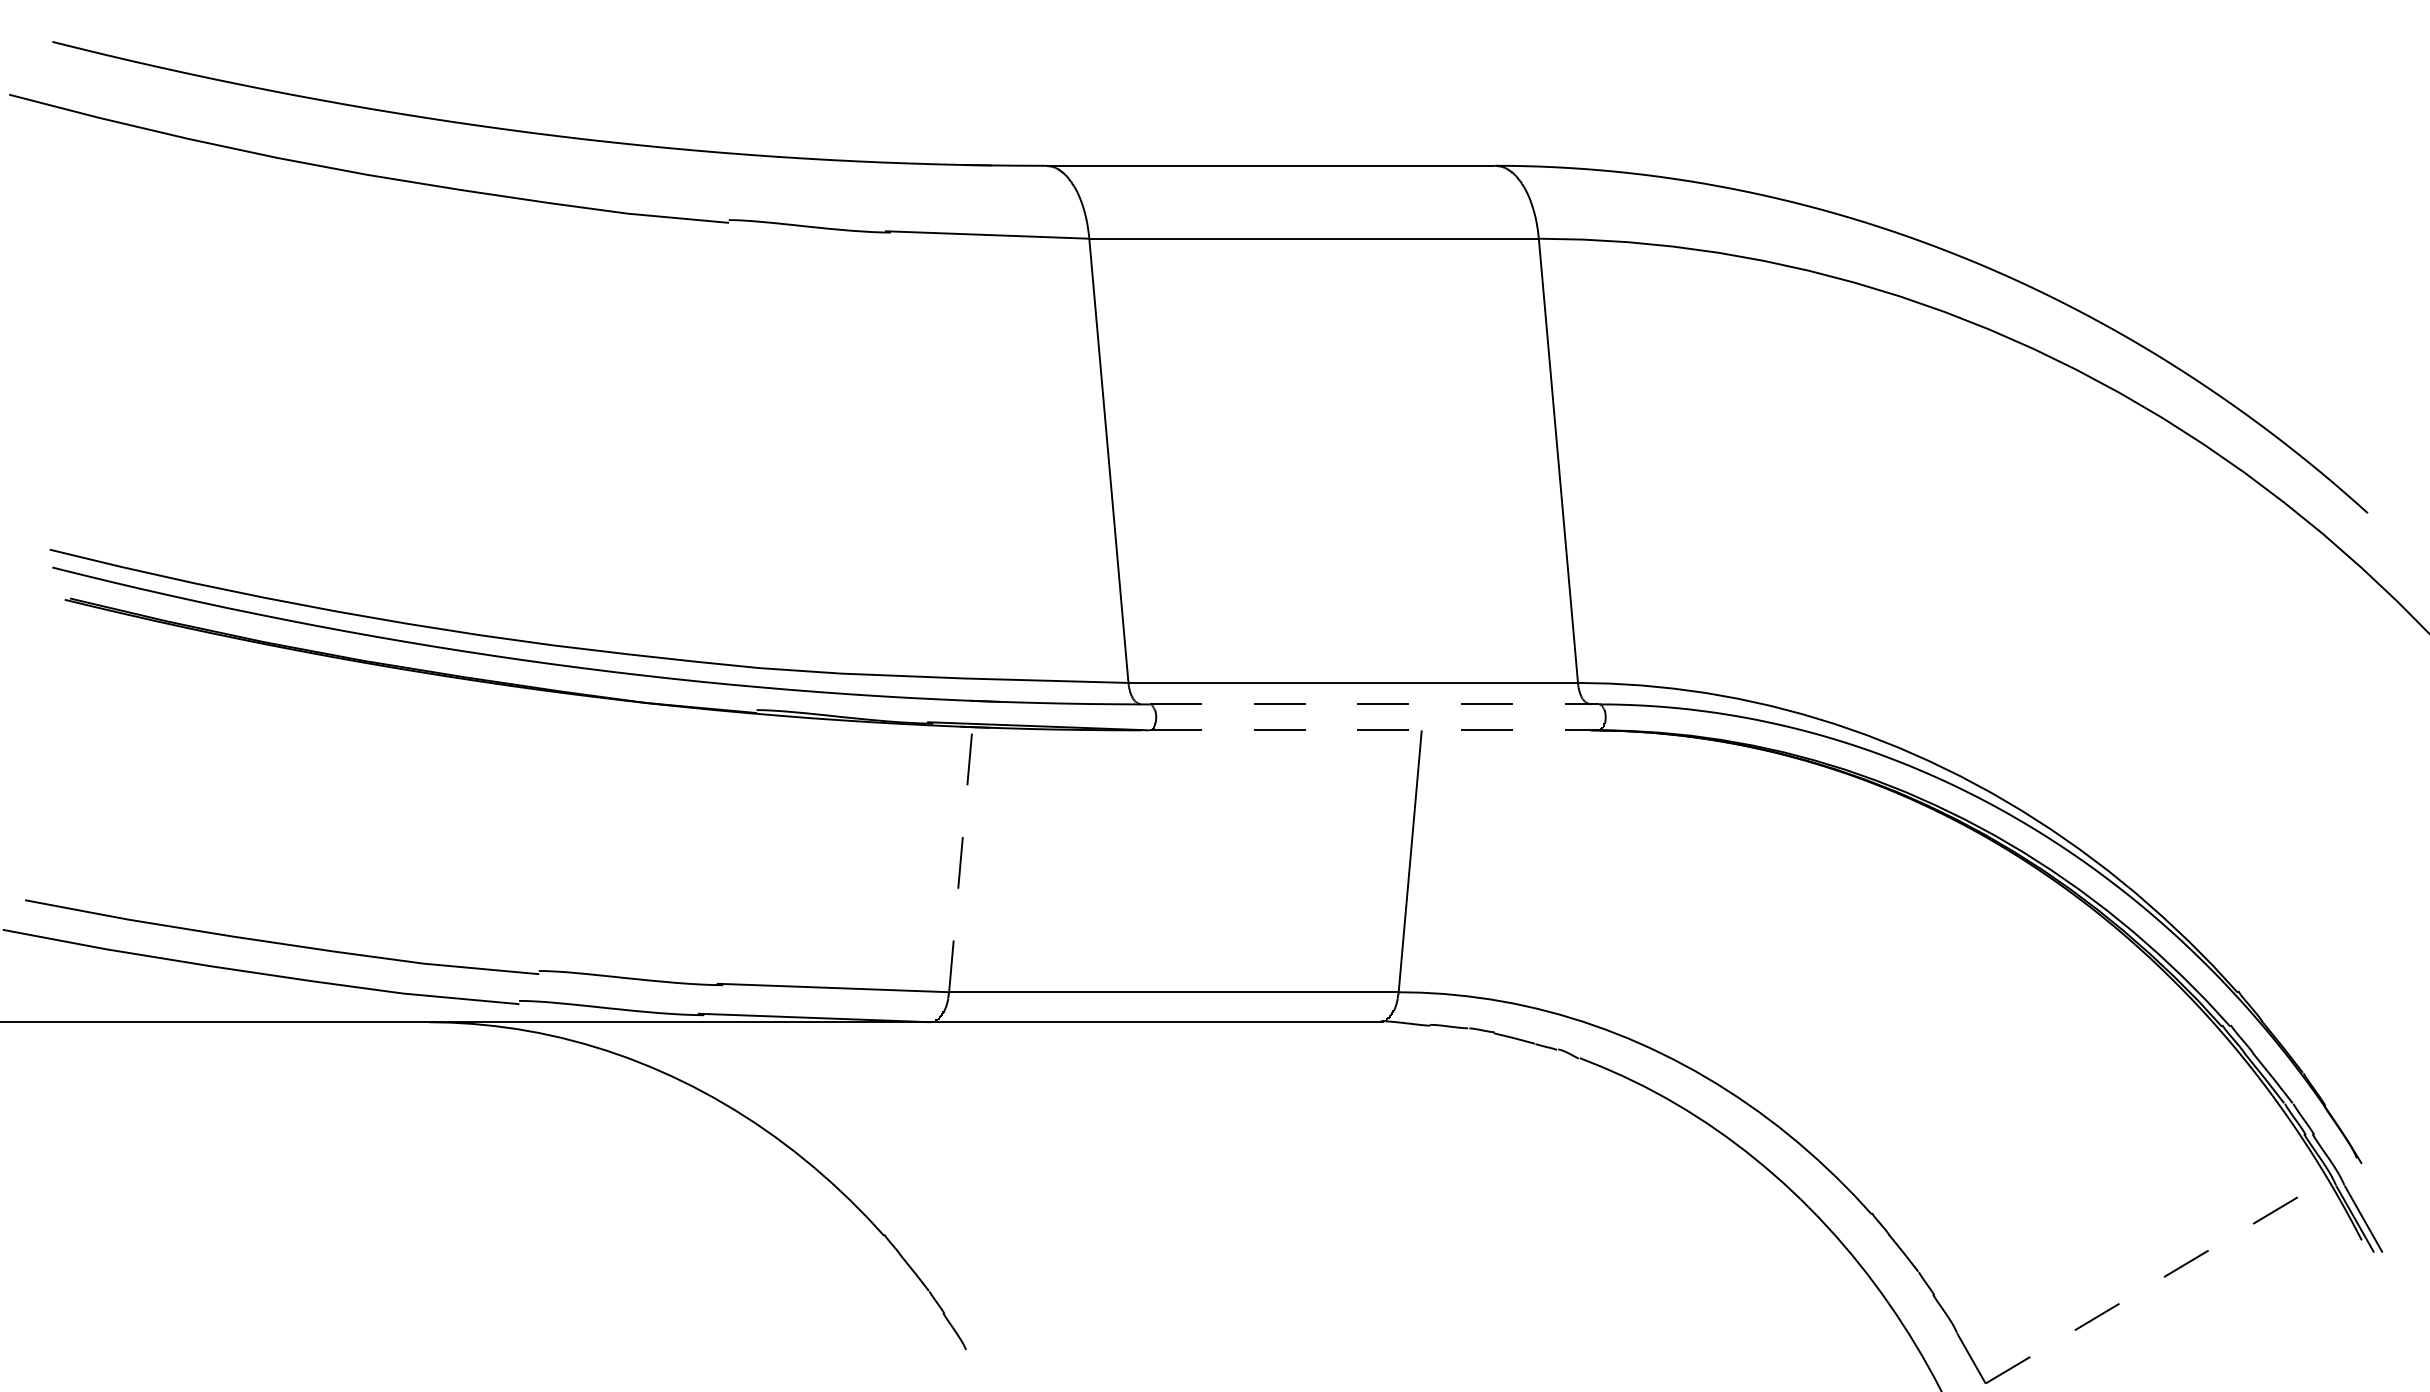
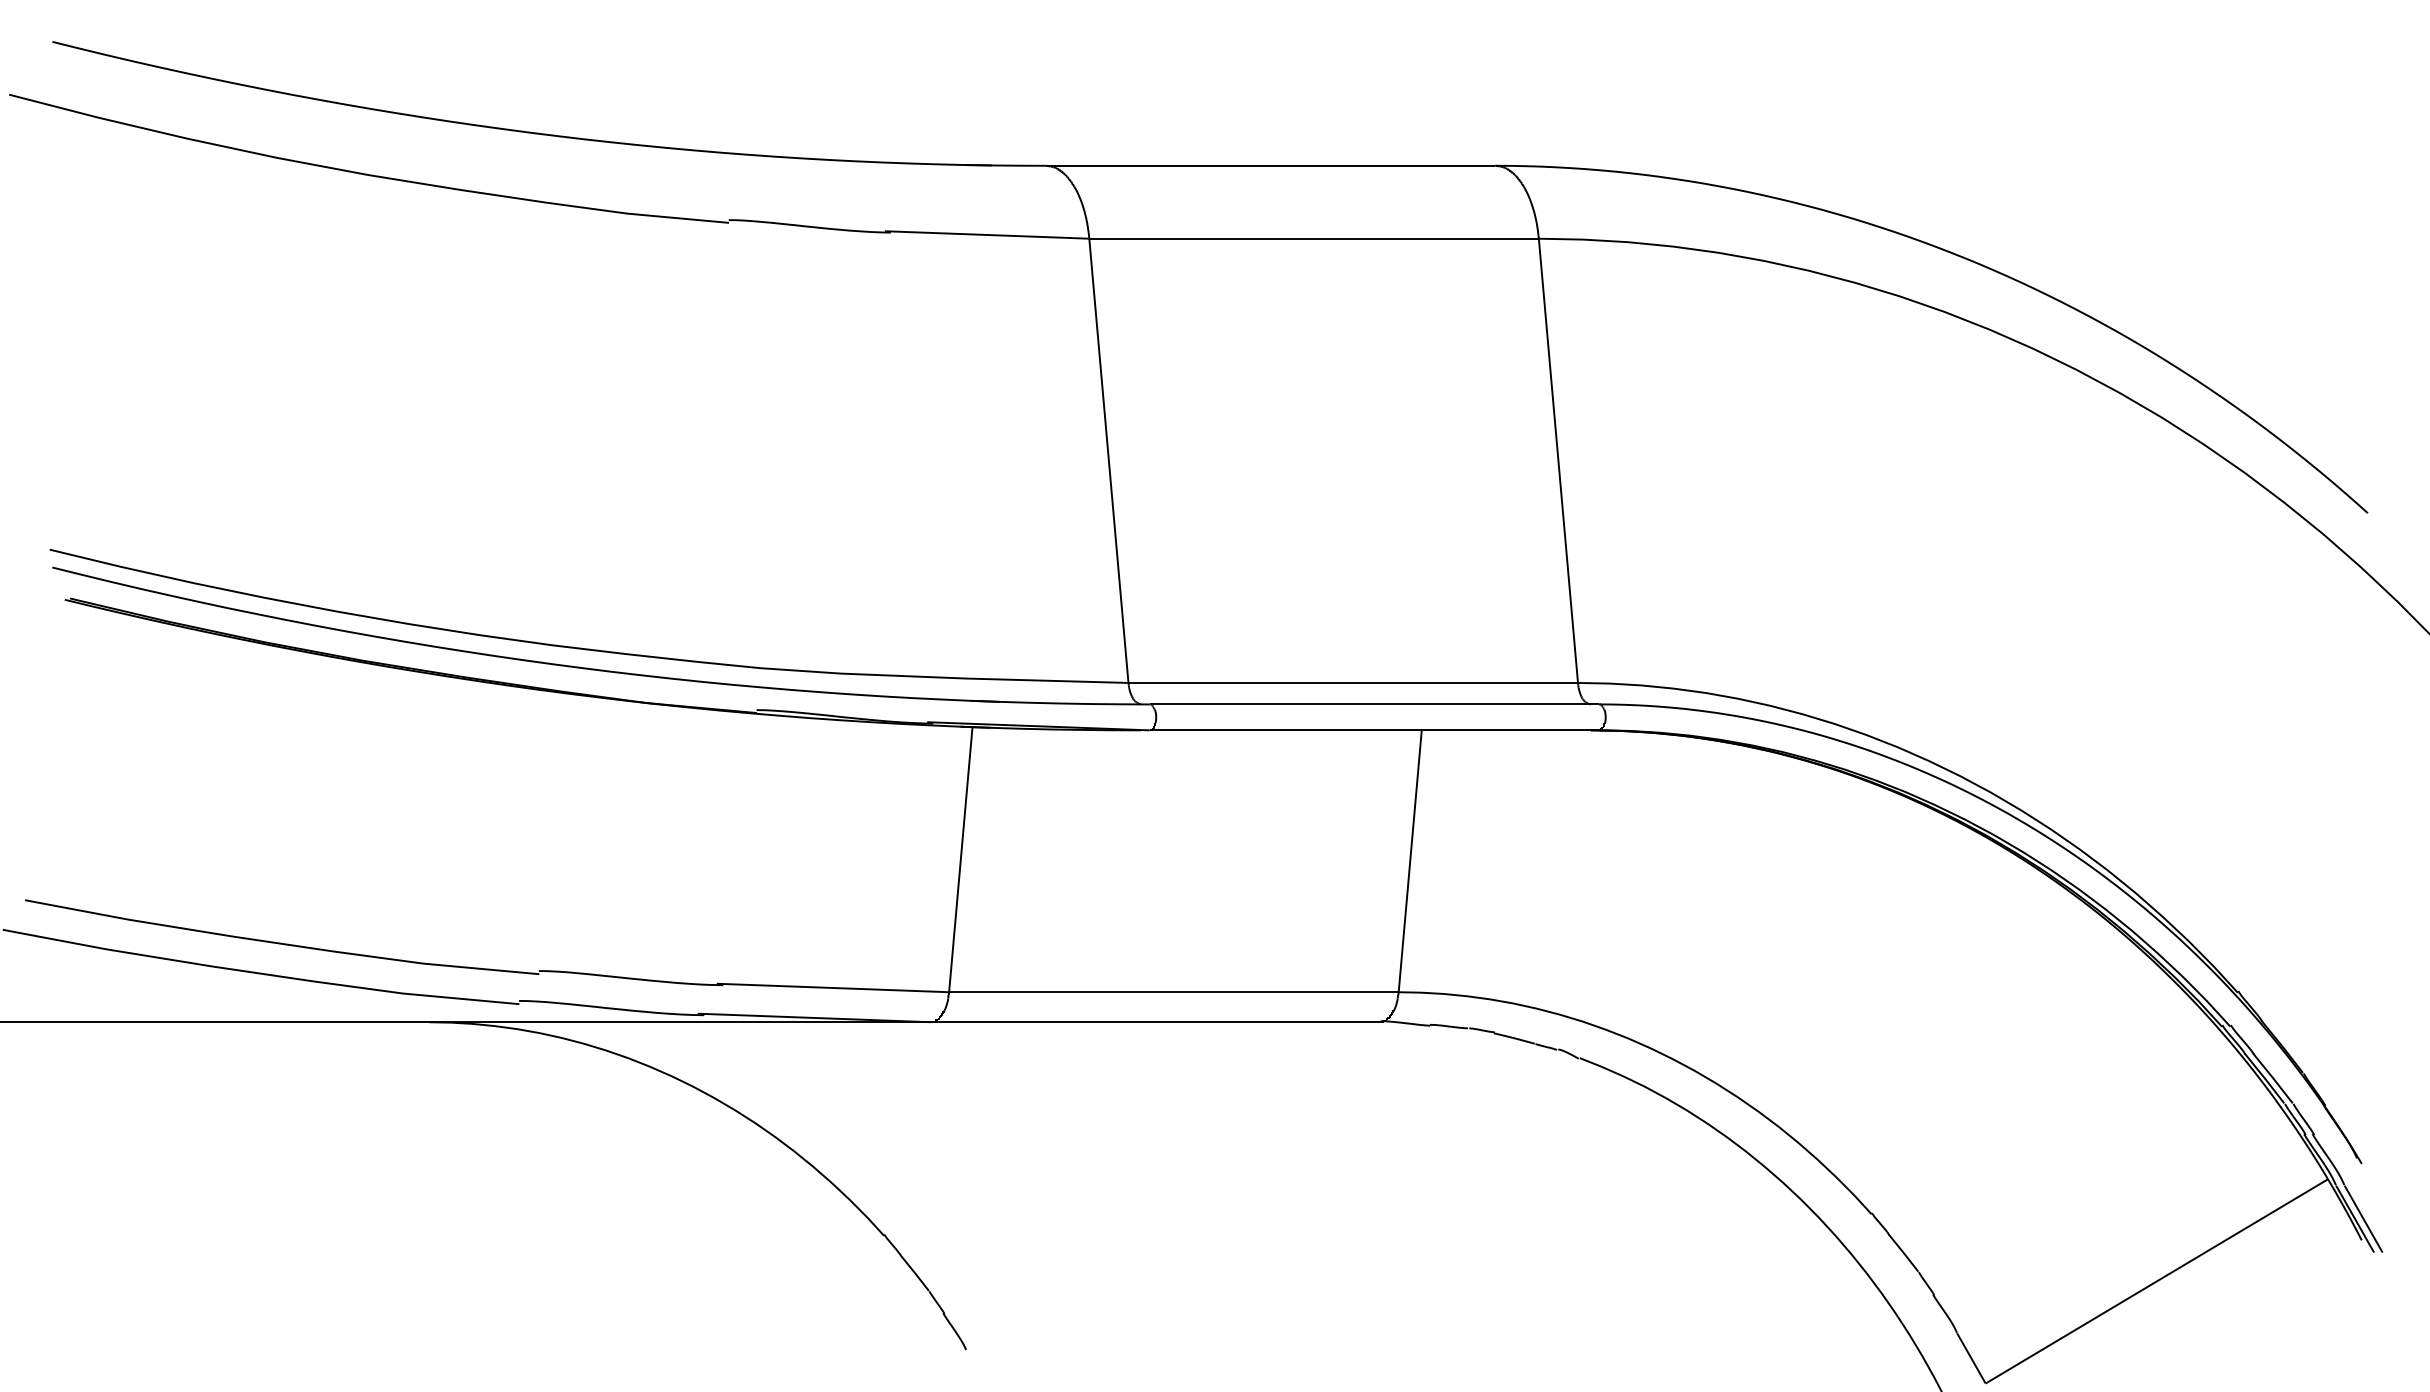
line at (1374, 704): dashed -> solid
line at (1374, 730): dashed -> solid
line at (960, 859): dashed -> solid
line at (2157, 1281): dashed -> solid
